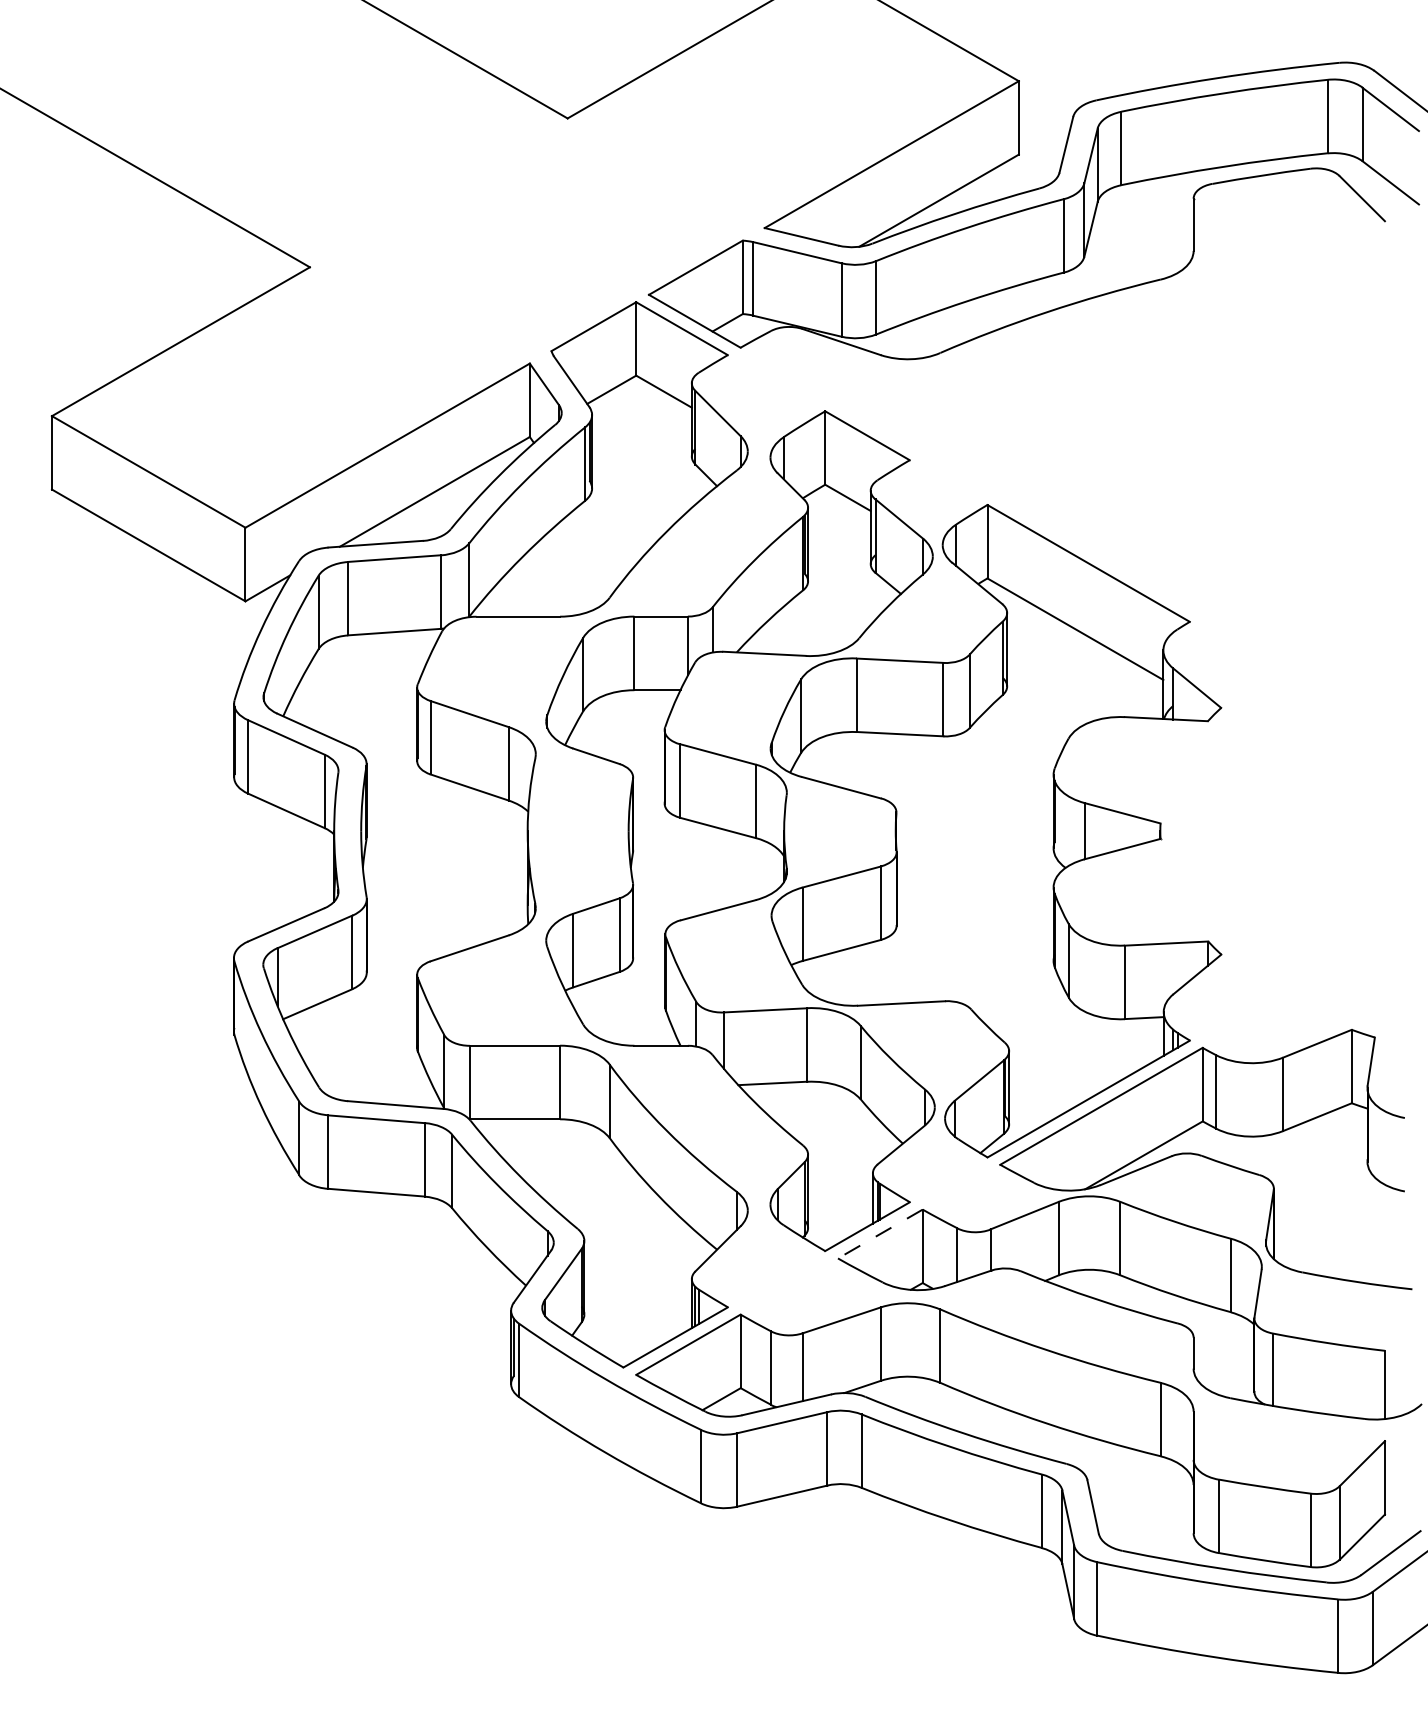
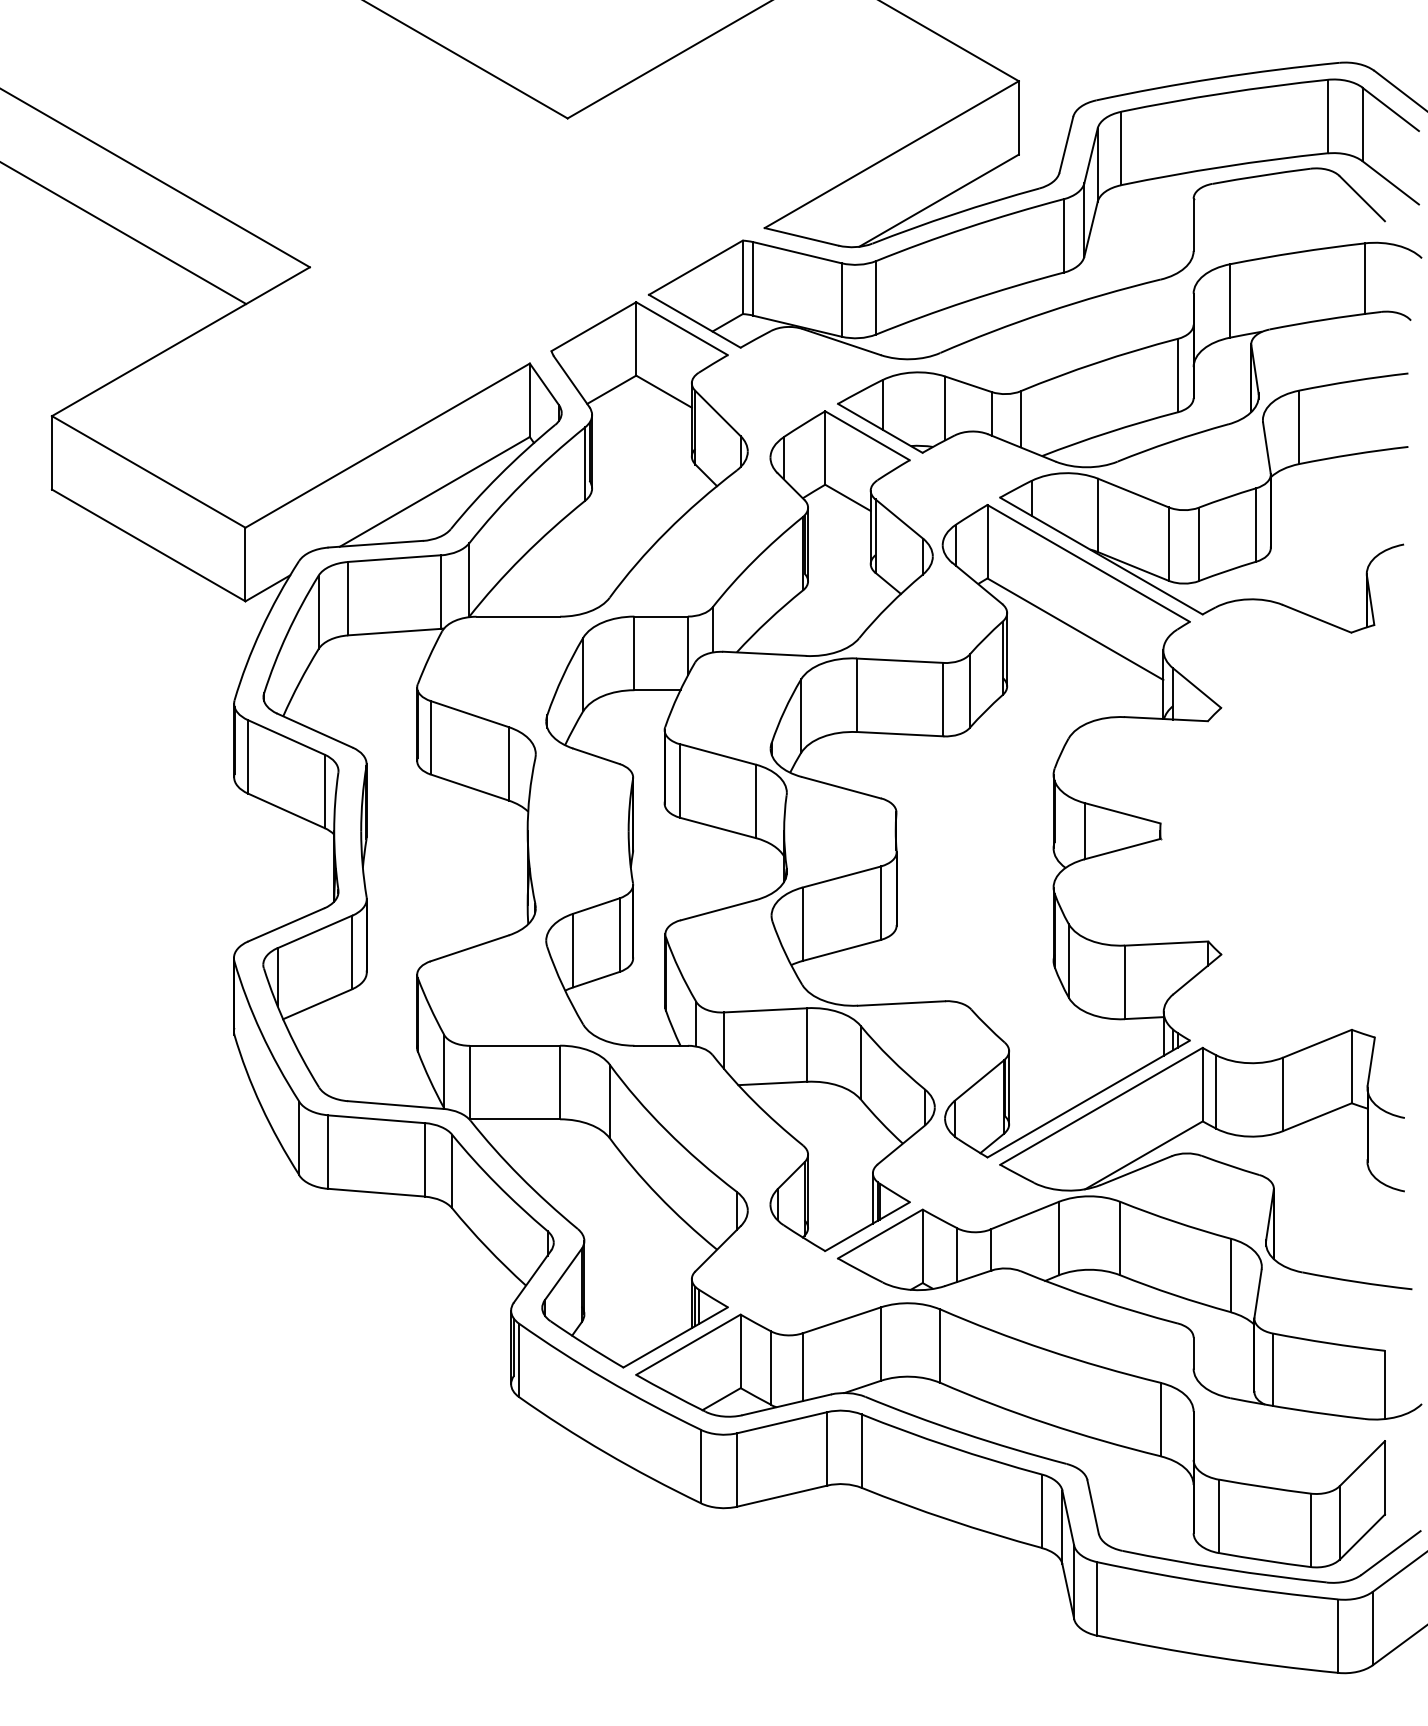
line at (124, 233): none -> present
part at (1129, 437): none -> present
line at (880, 1234): dashed -> solid
